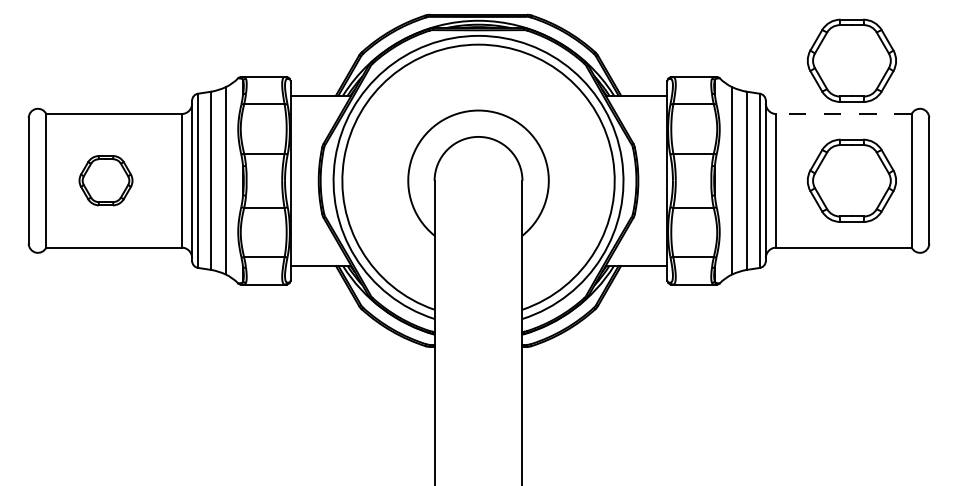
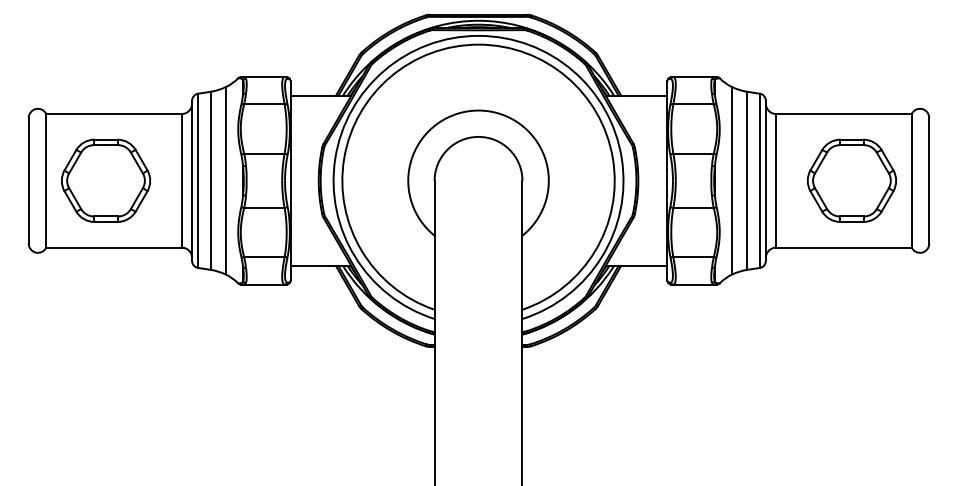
part at (851, 60): present -> none
line at (844, 114): dashed -> solid
part at (105, 180) size: 56x52 px -> 90x85 px
